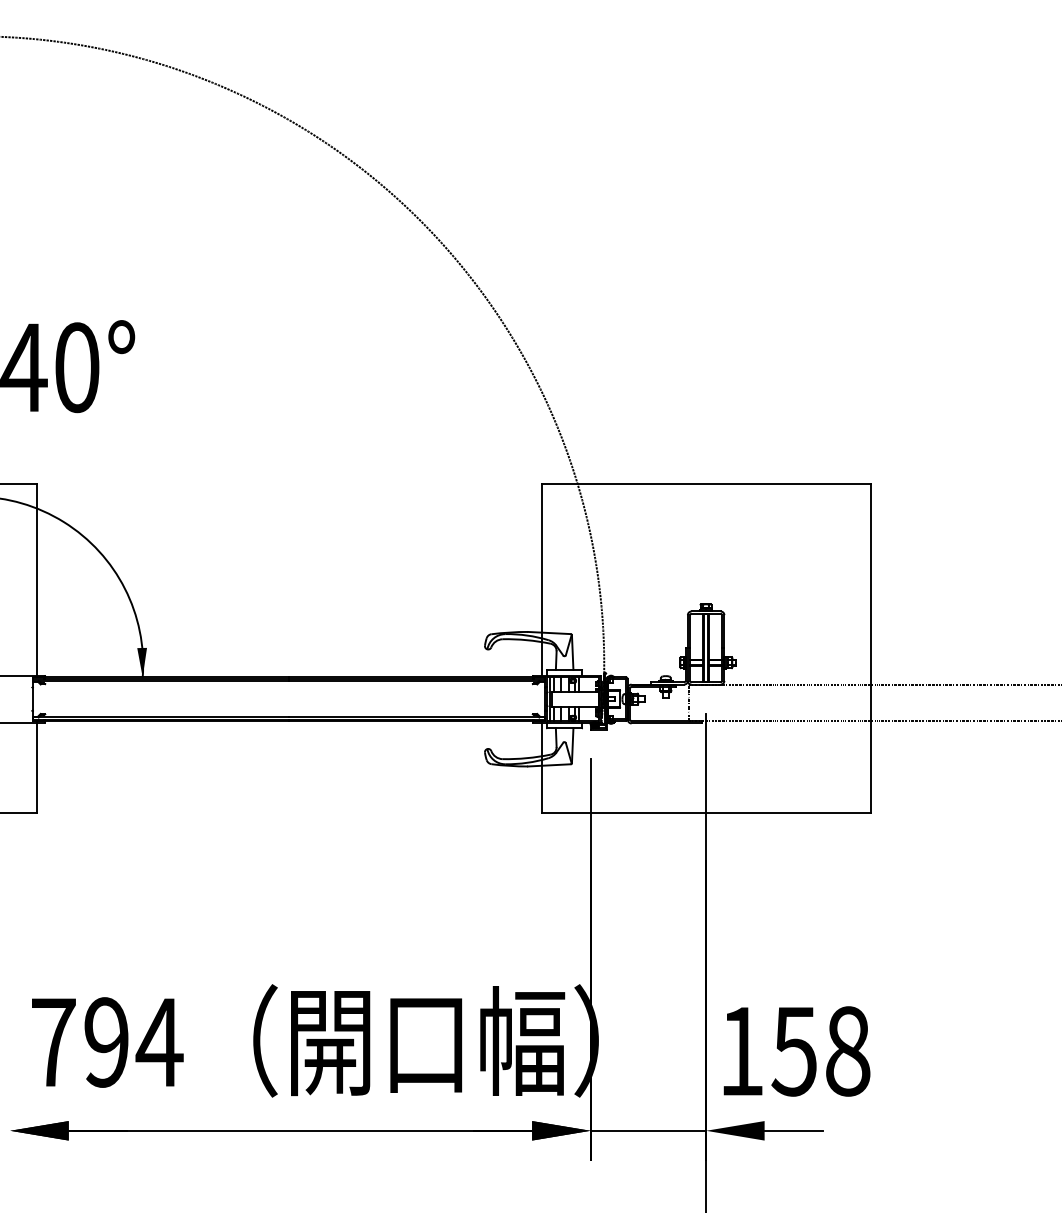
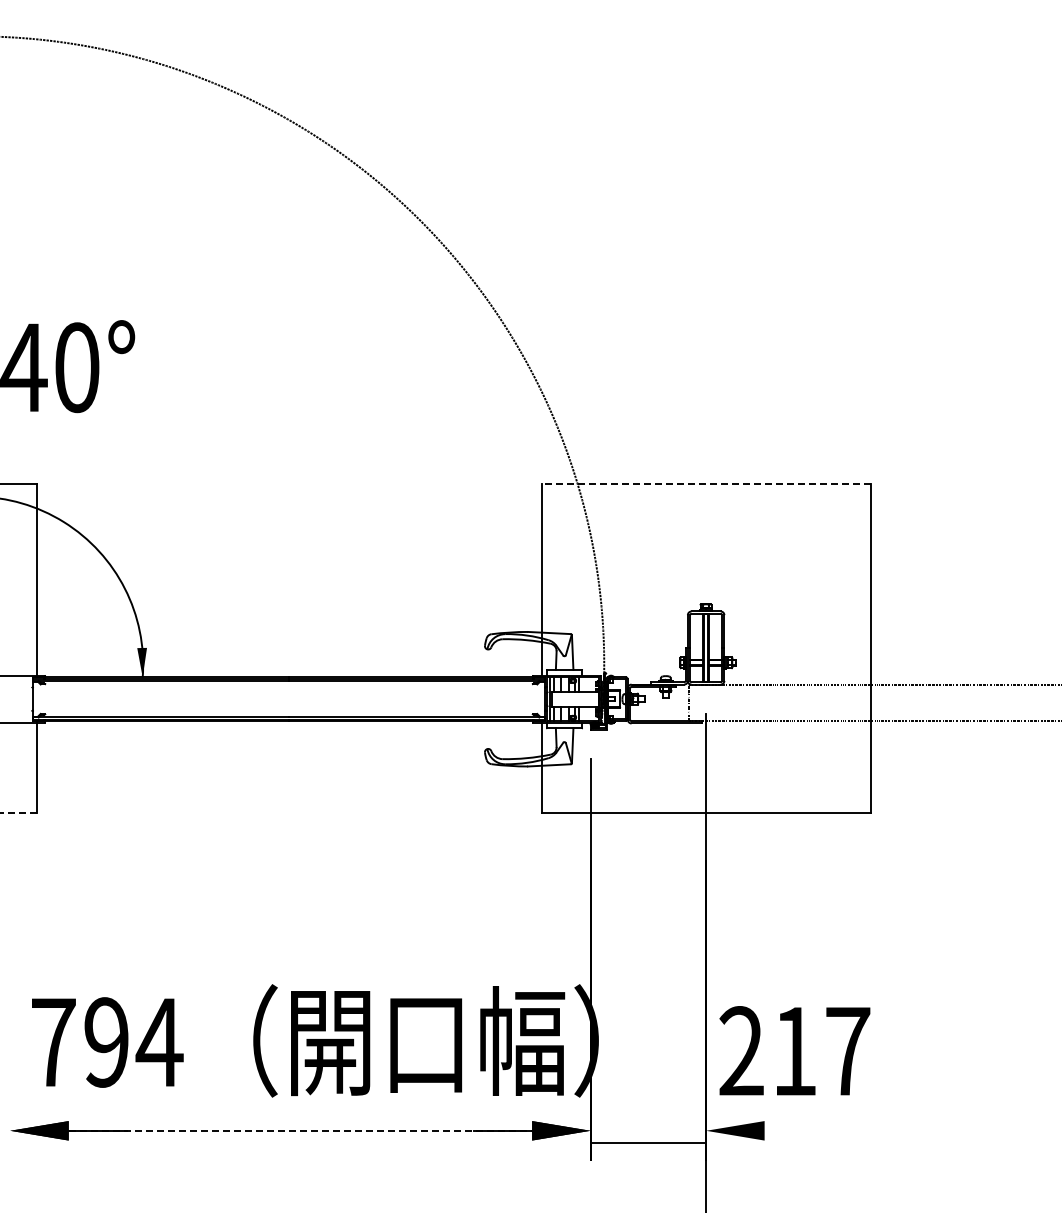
line at (705, 483): solid -> dashed
line at (18, 812): solid -> dashed
text at (794, 1051): 158 -> 217
line at (300, 1130): solid -> dashed
line at (648, 1130) position: (648, 1130) -> (648, 1142)
line at (793, 1130): present -> none
